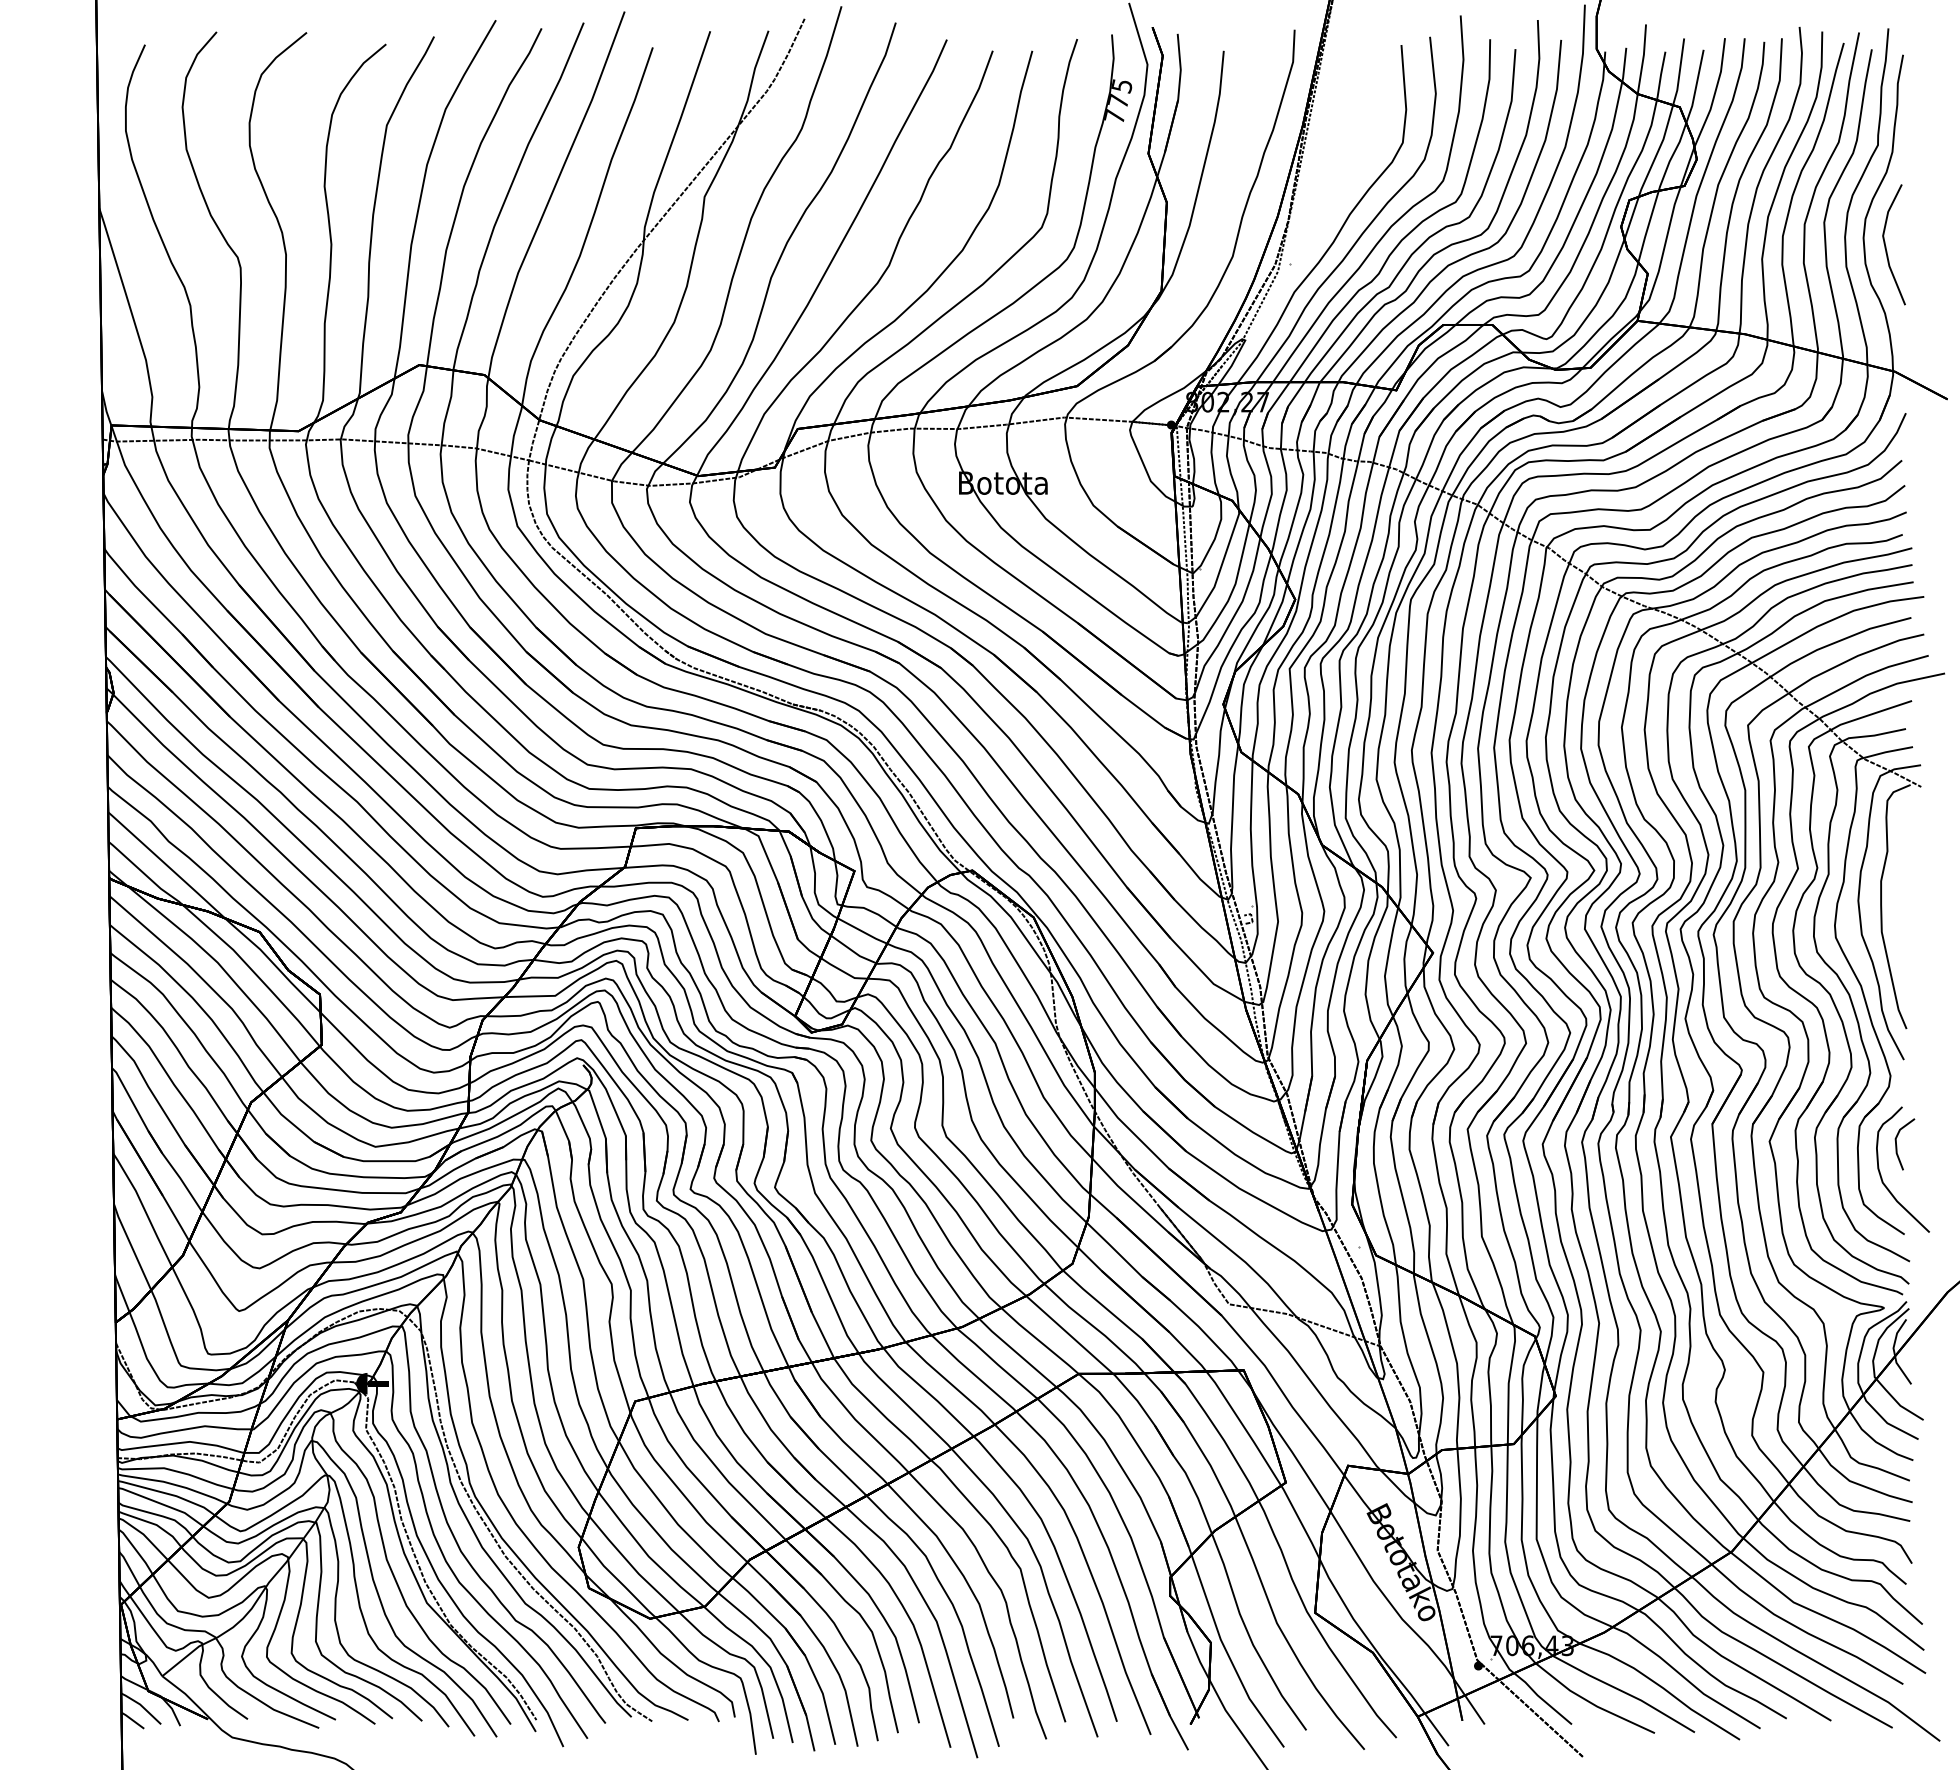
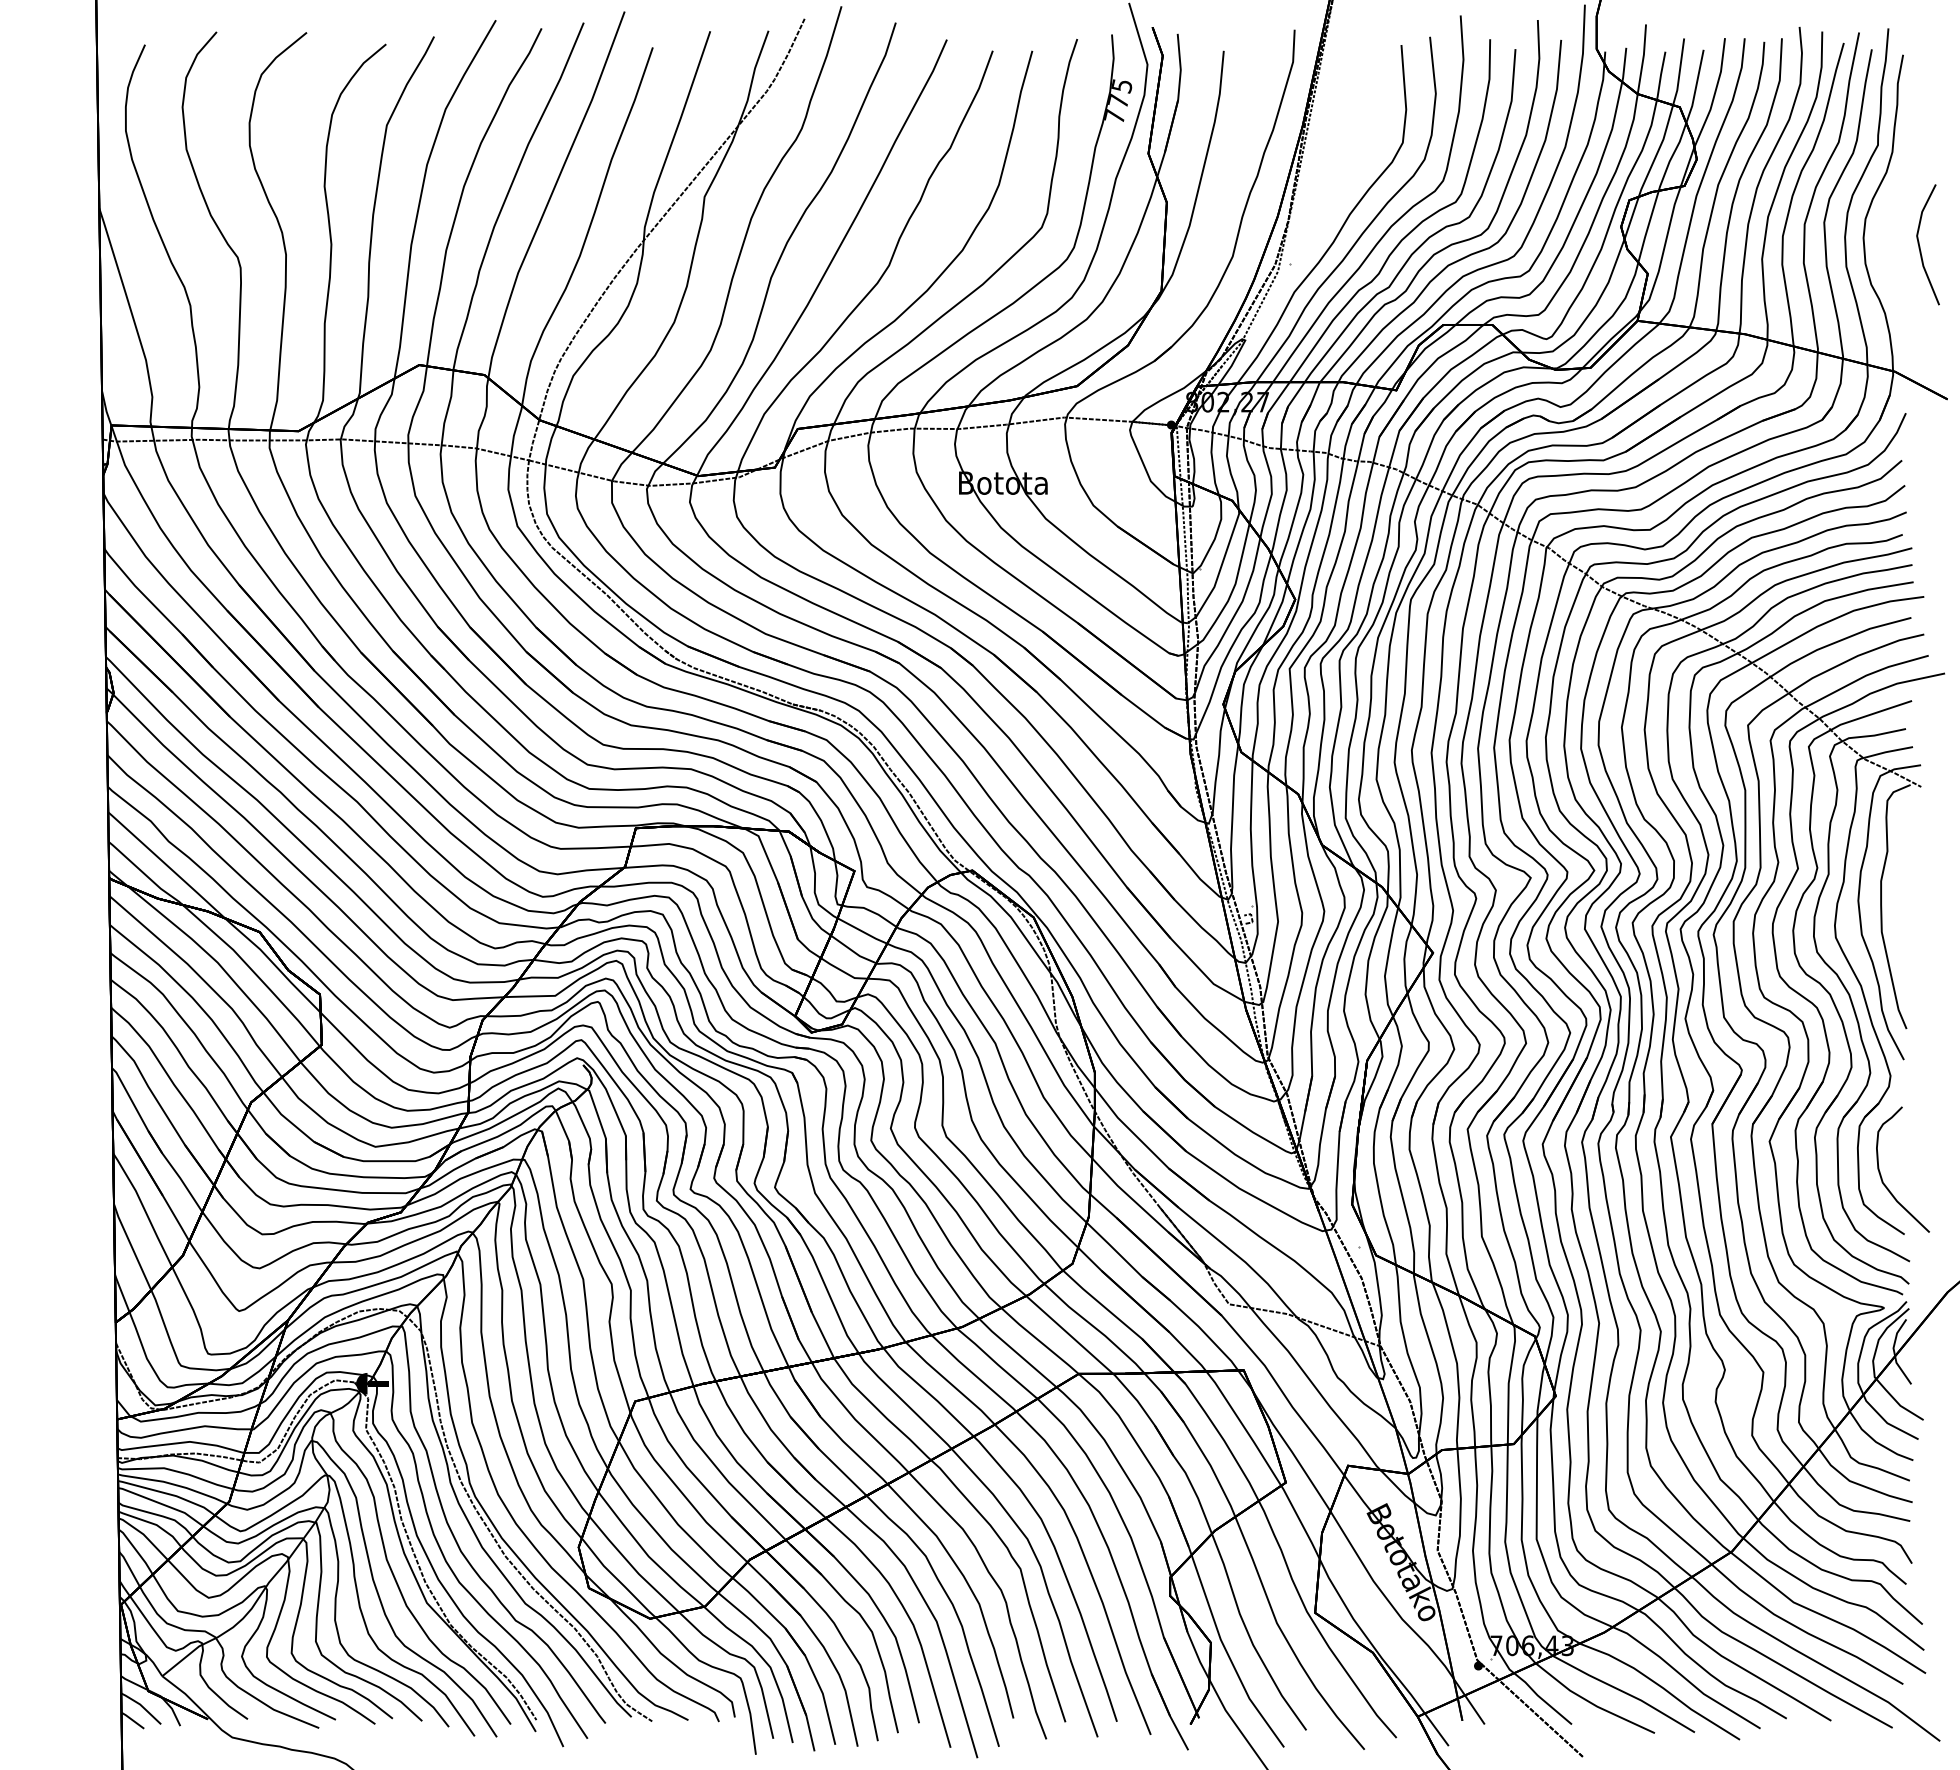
line at (1886, 246) position: (1886, 246) -> (1920, 246)
line at (1897, 1145): present -> none
